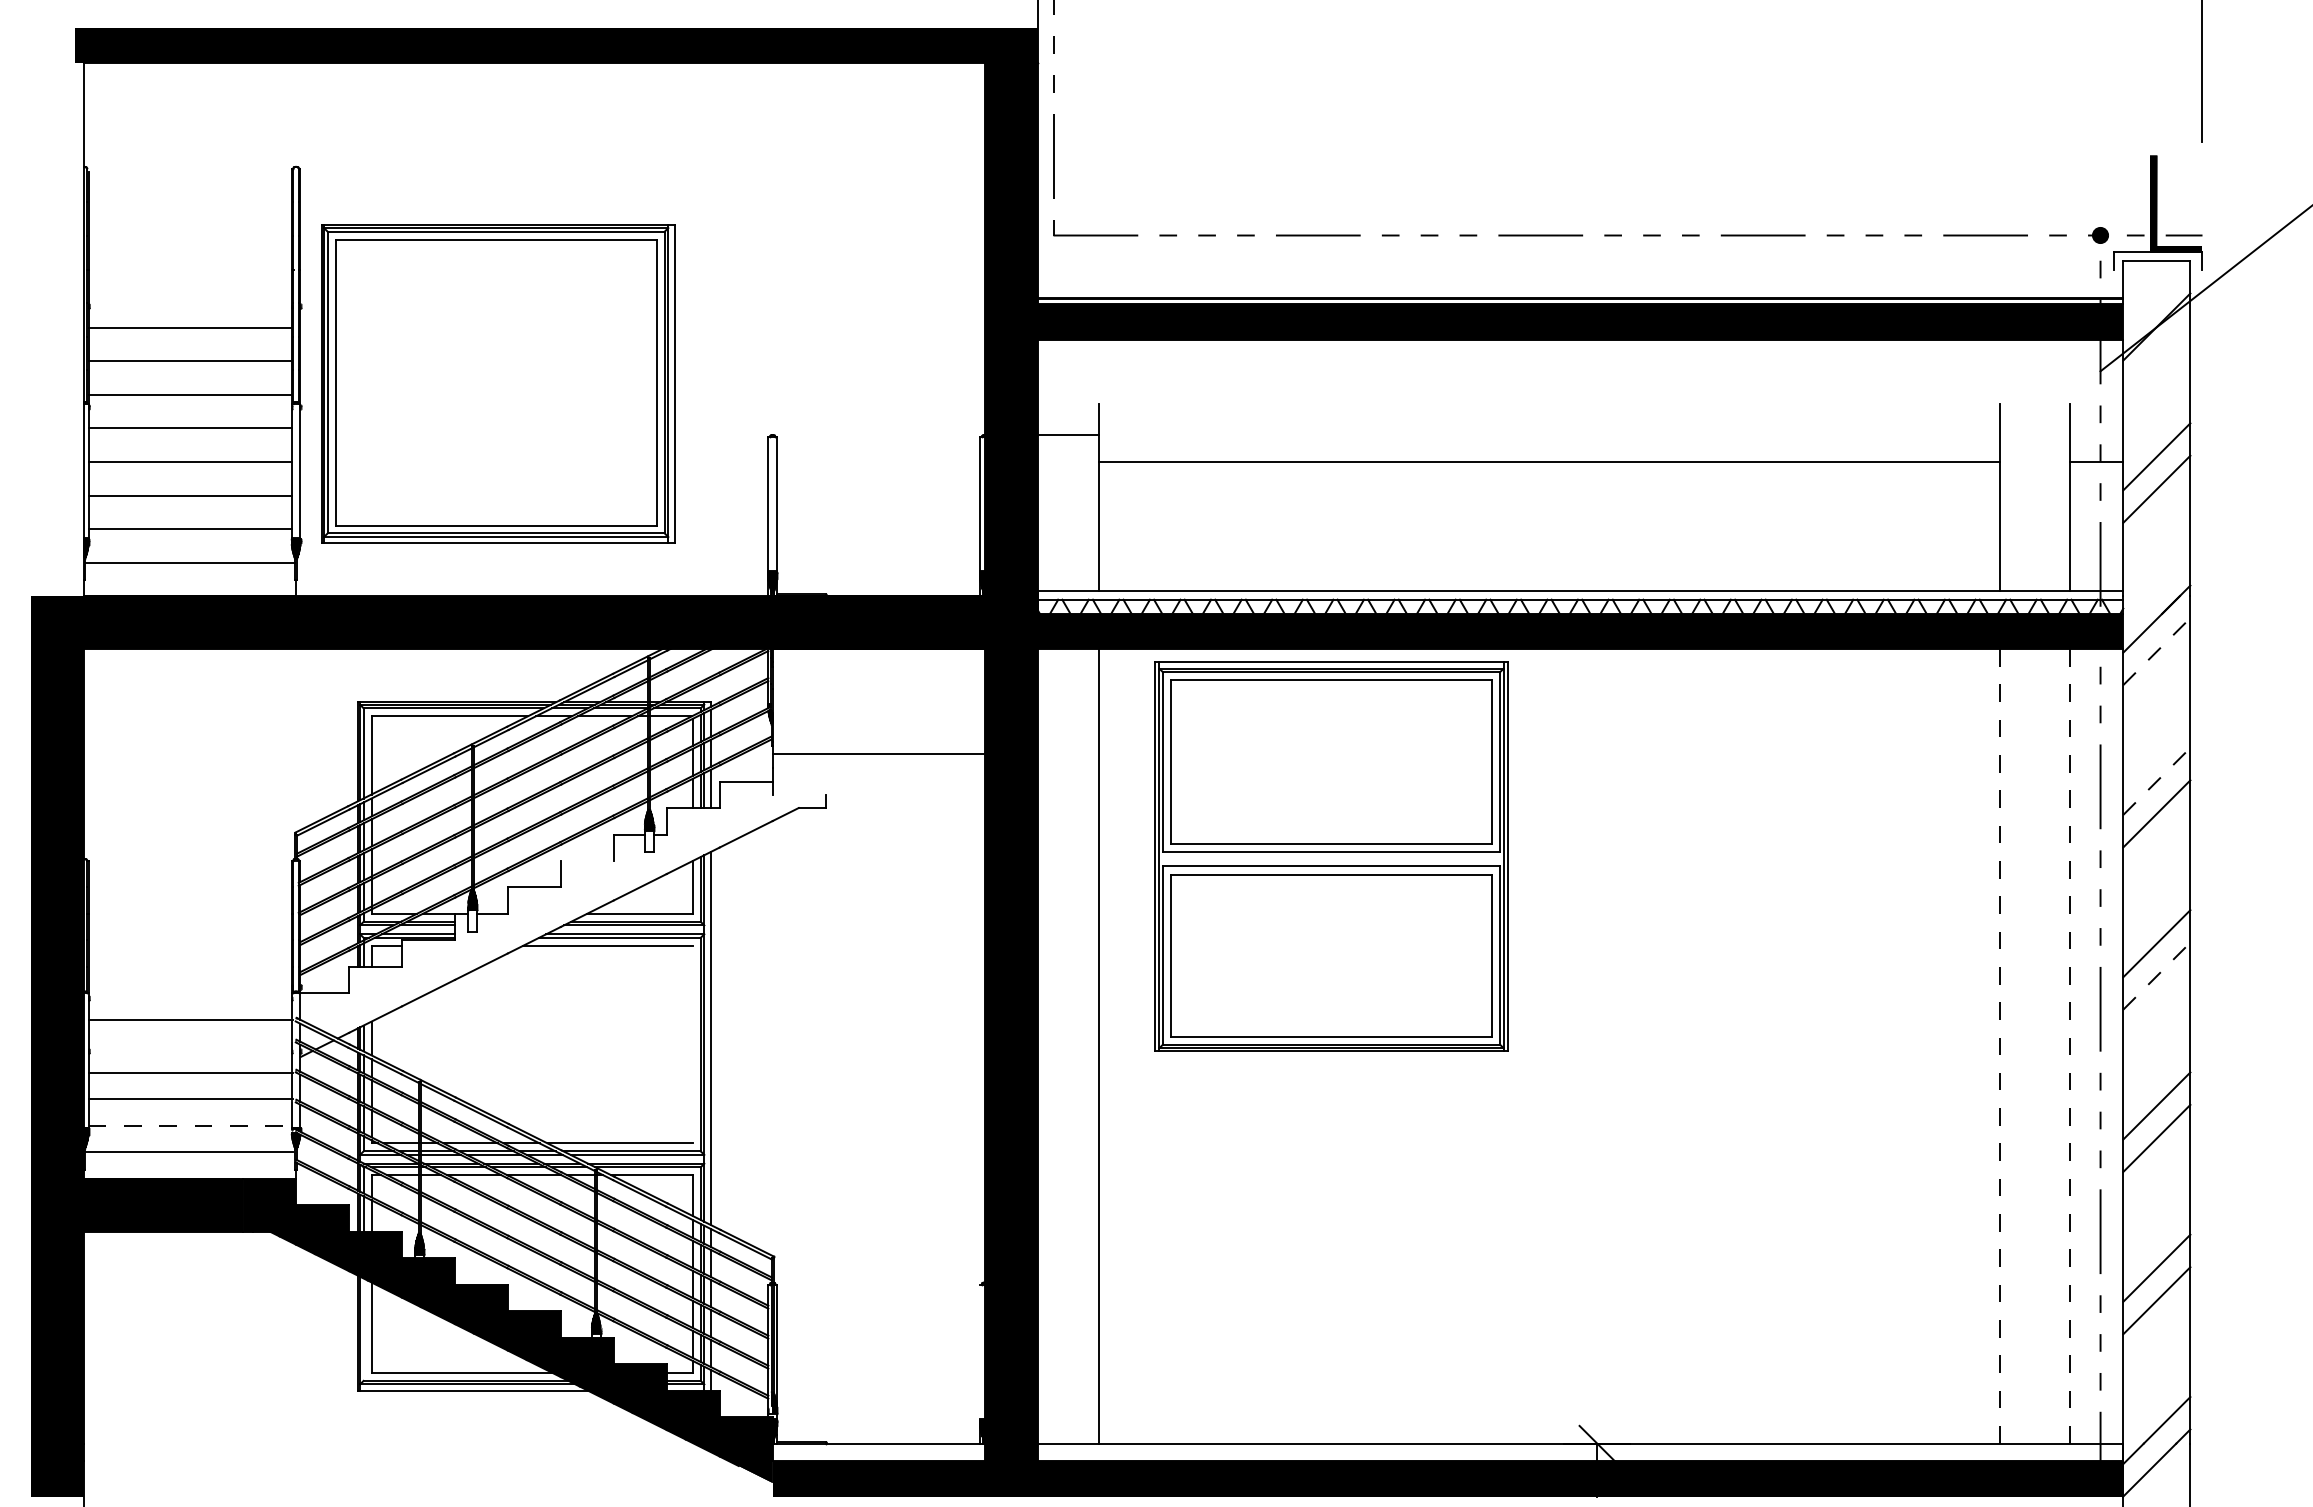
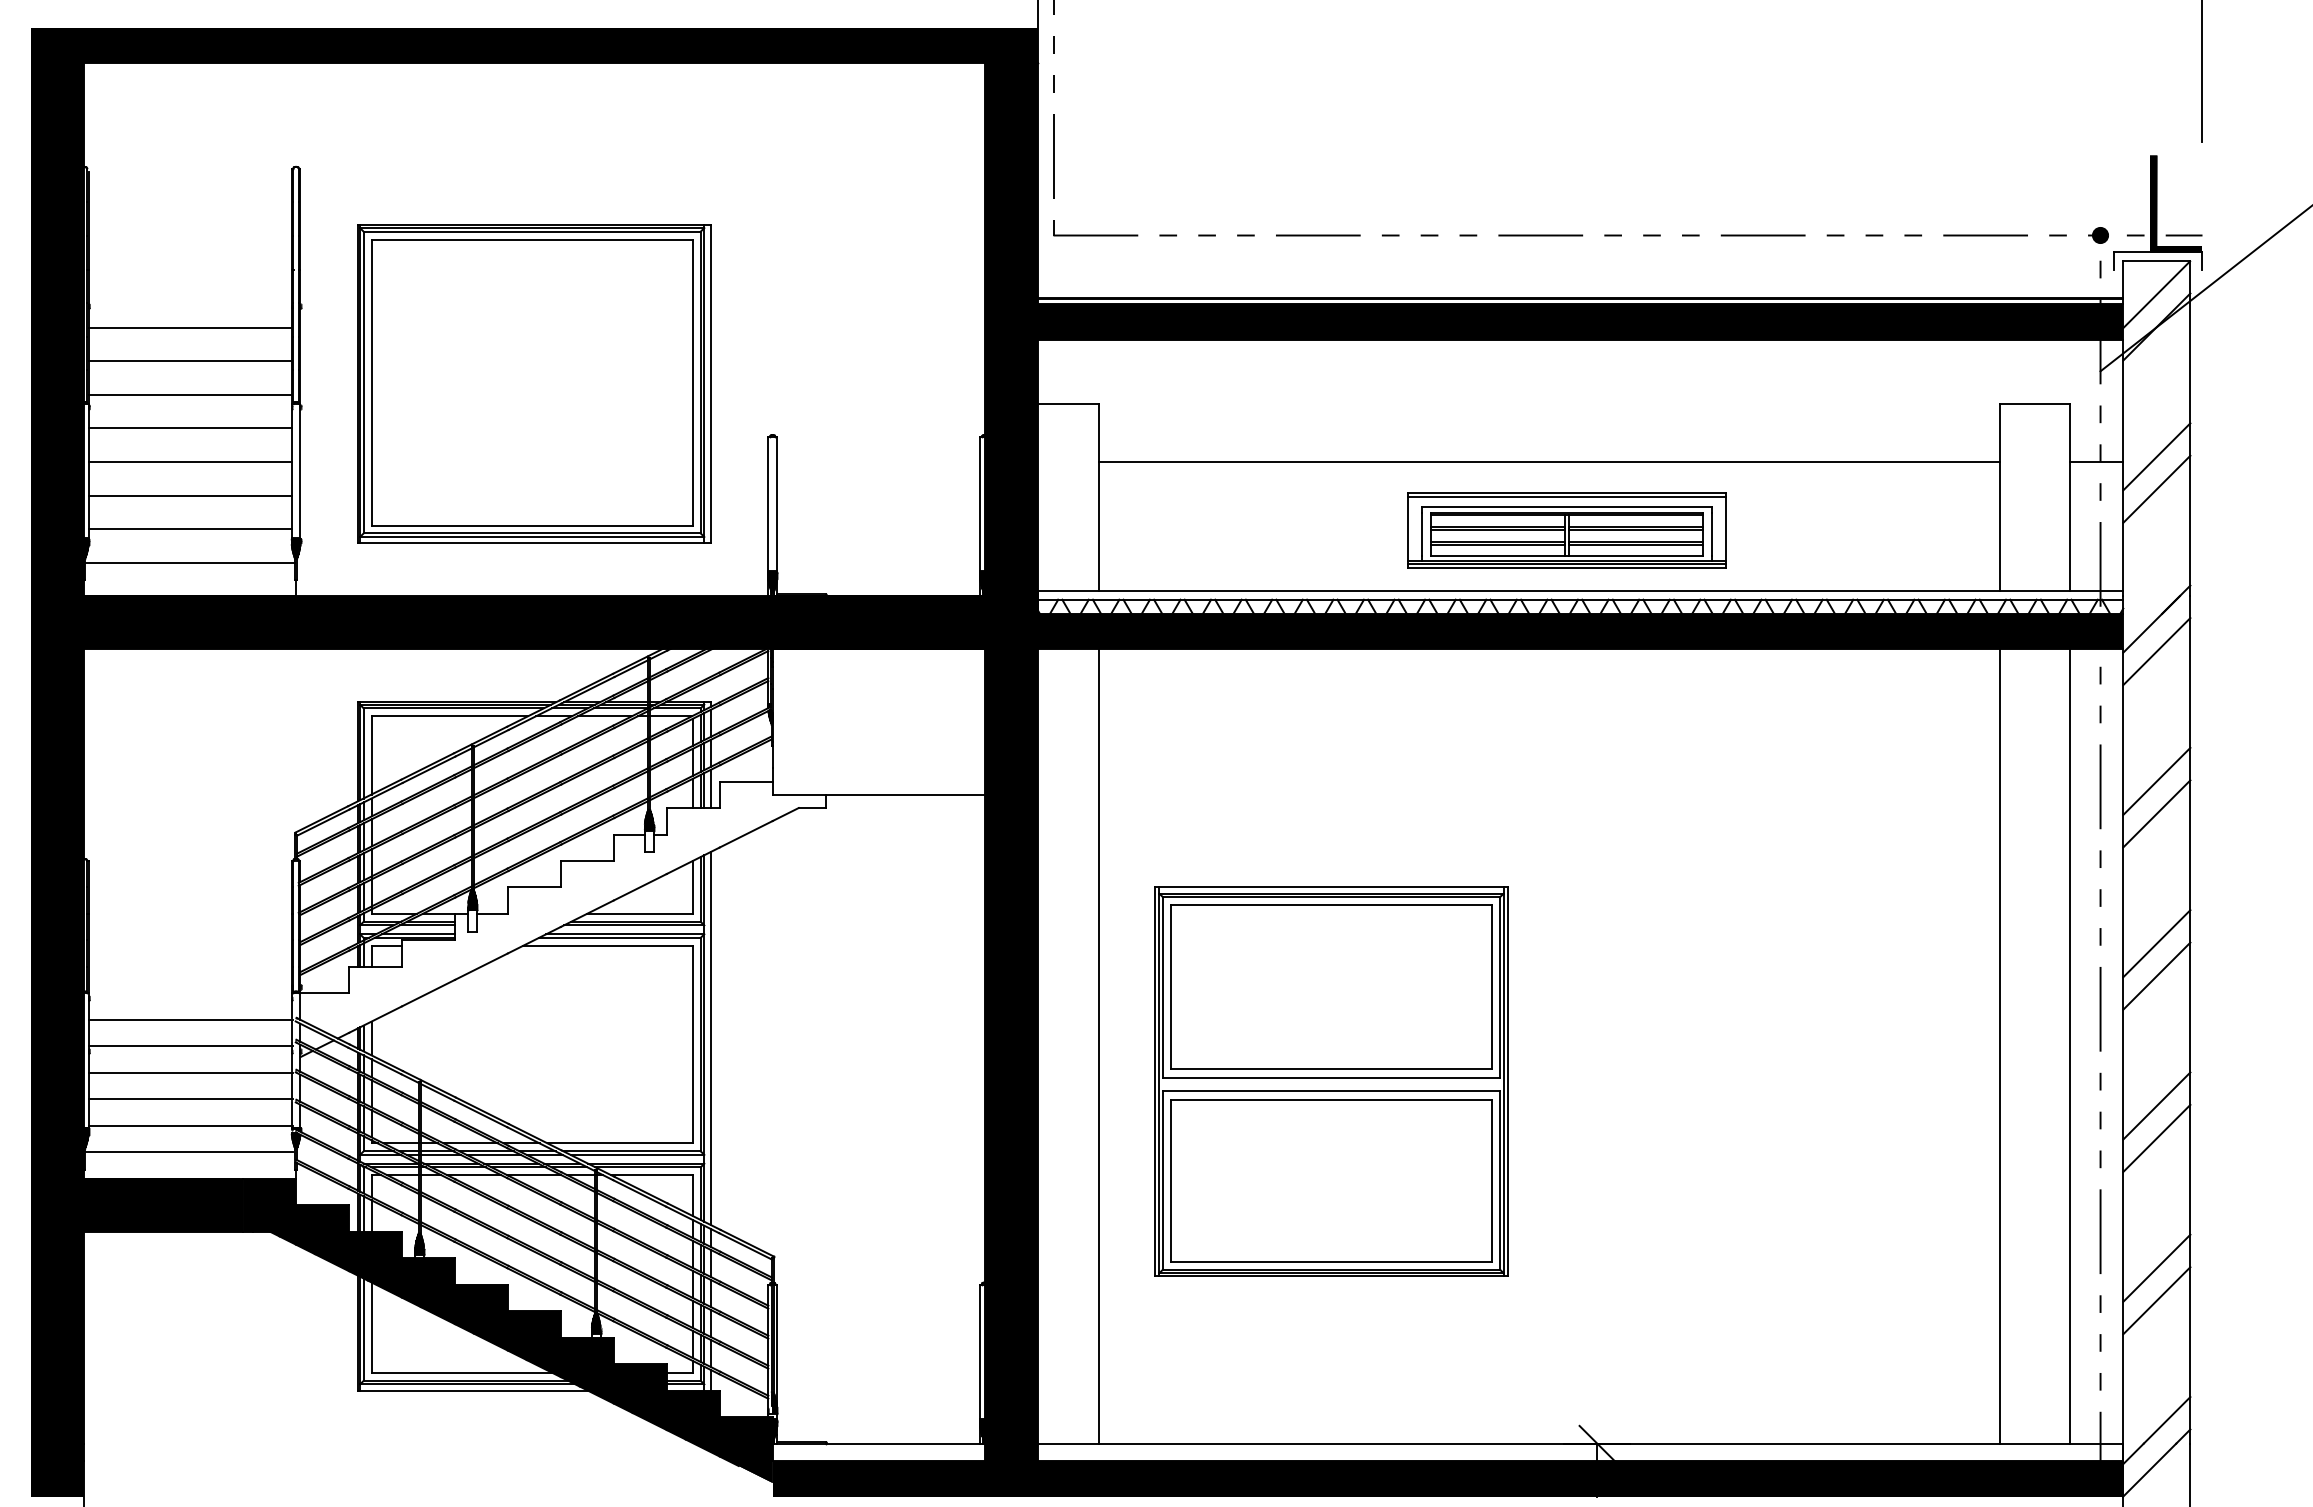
line at (2156, 294): none -> present
fill at (57, 311): none -> present
part at (498, 383) position: (498, 383) -> (534, 383)
line at (2034, 403): none -> present
line at (1068, 434) position: (1068, 434) -> (1068, 403)
part at (1566, 530): none -> present
line at (2157, 651): dashed -> solid
line at (878, 753) position: (878, 753) -> (878, 794)
line at (2157, 781): dashed -> solid
part at (1331, 856) position: (1331, 856) -> (1331, 1081)
line at (586, 860): none -> present
line at (2157, 975): dashed -> solid
line at (692, 1044): none -> present
line at (1999, 1045): dashed -> solid
line at (2070, 1045): dashed -> solid
line at (190, 1046): none -> present
line at (191, 1125): dashed -> solid
line at (363, 1329): none -> present
line at (980, 1351): none -> present
